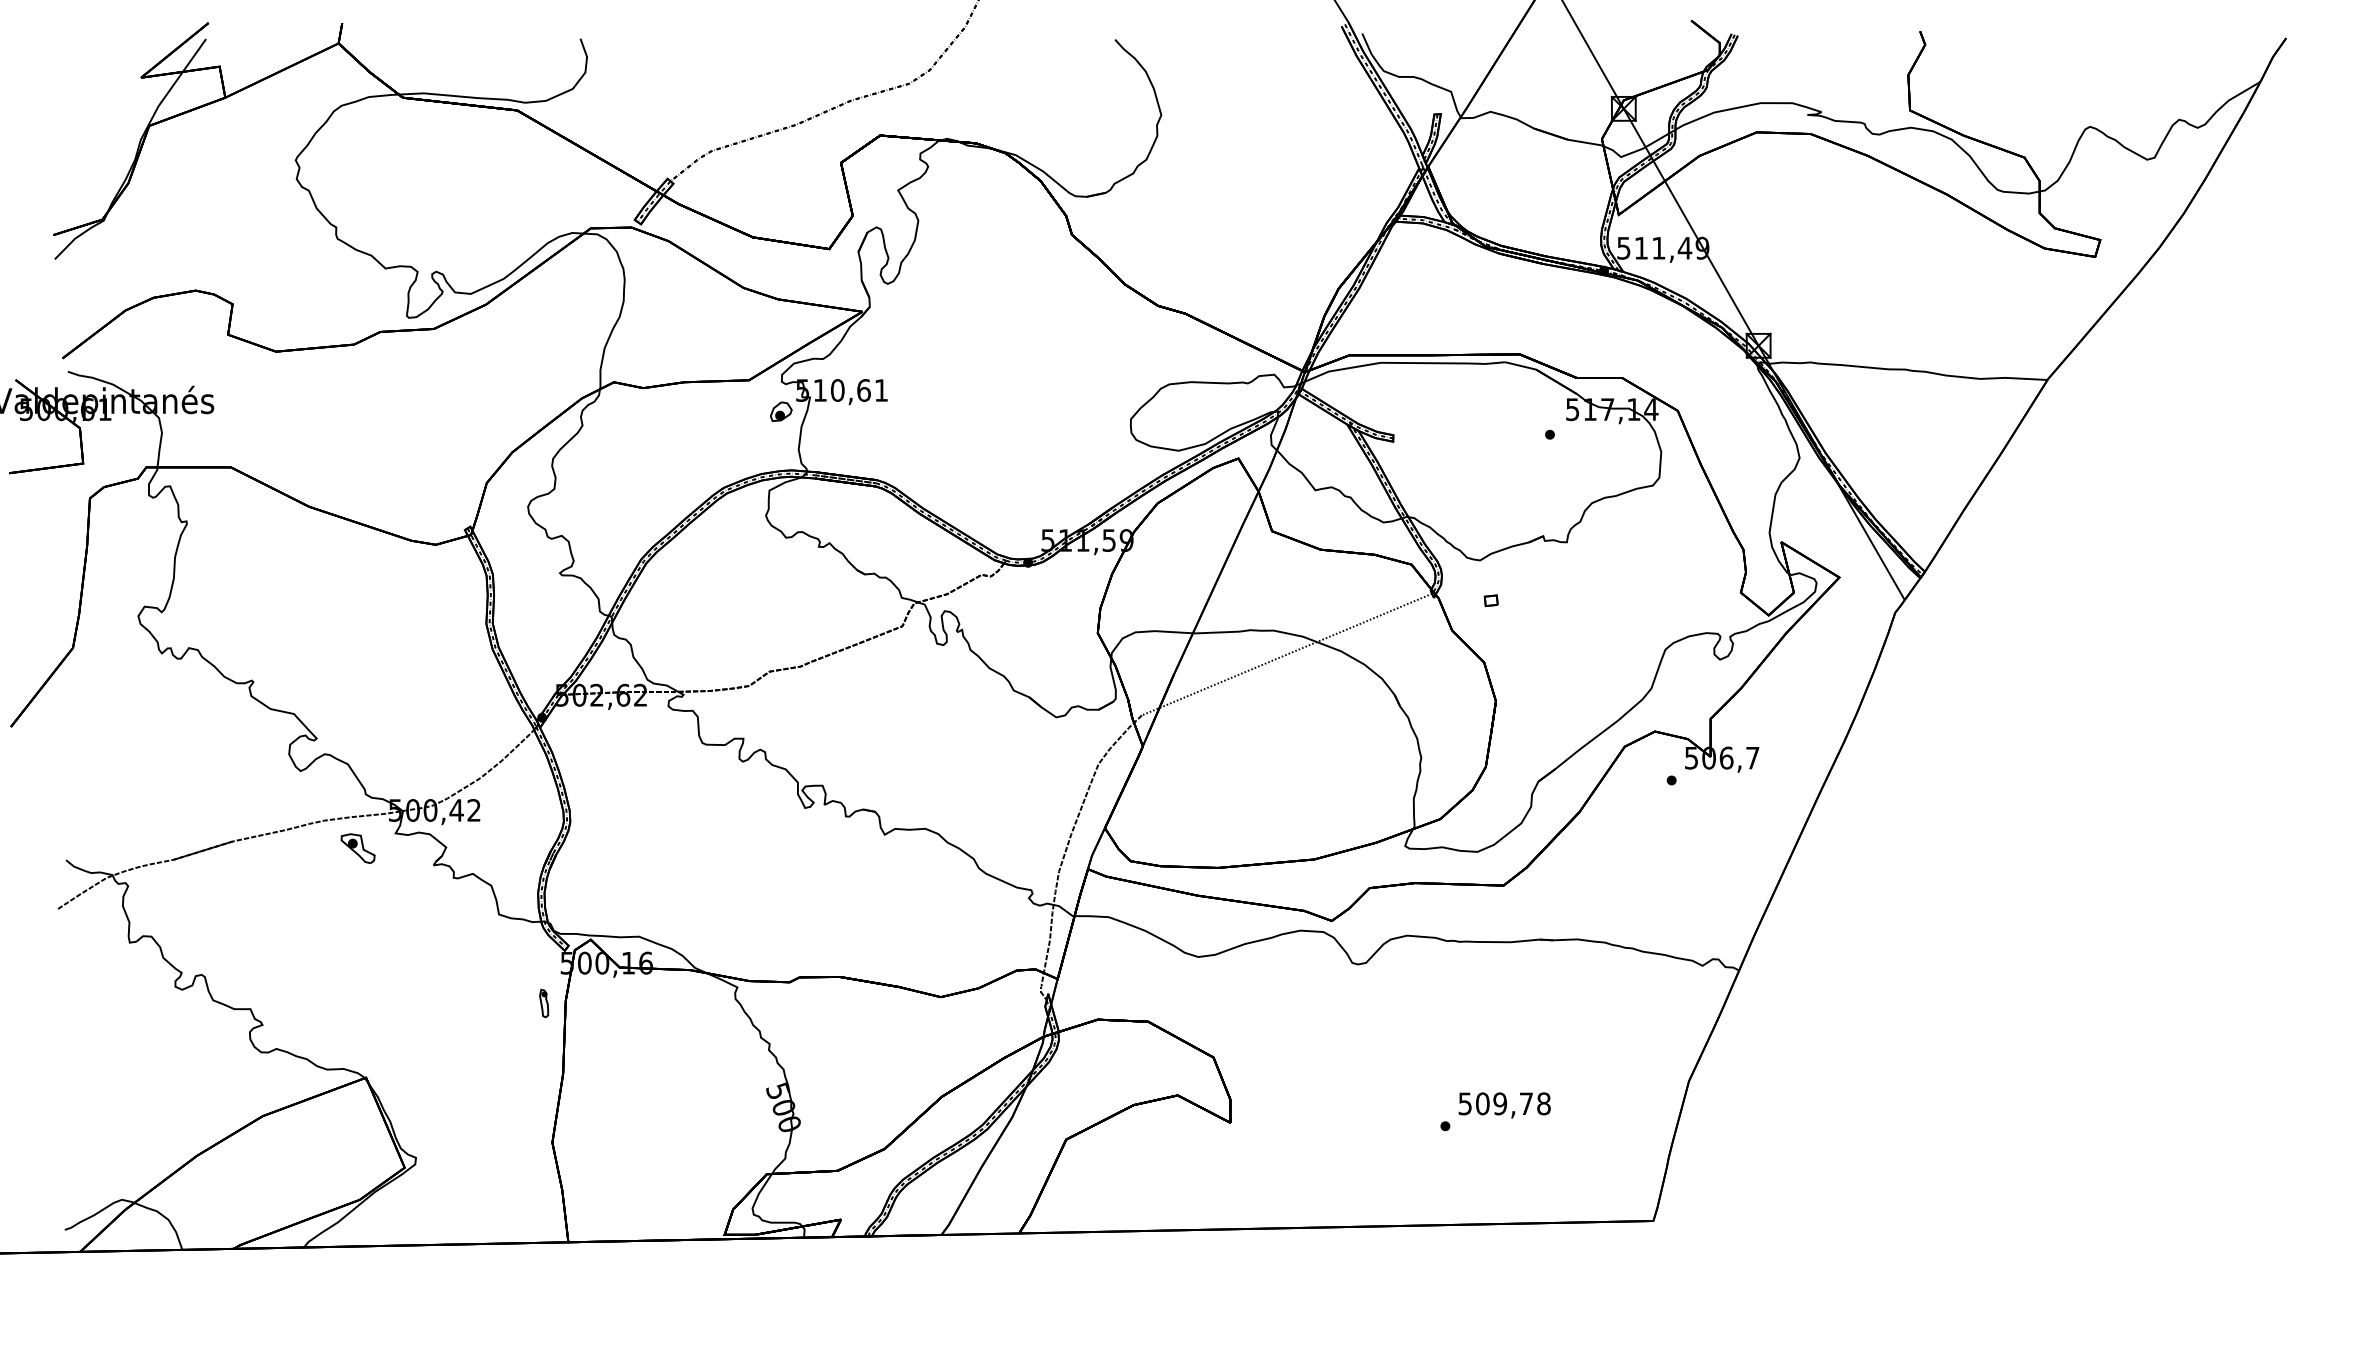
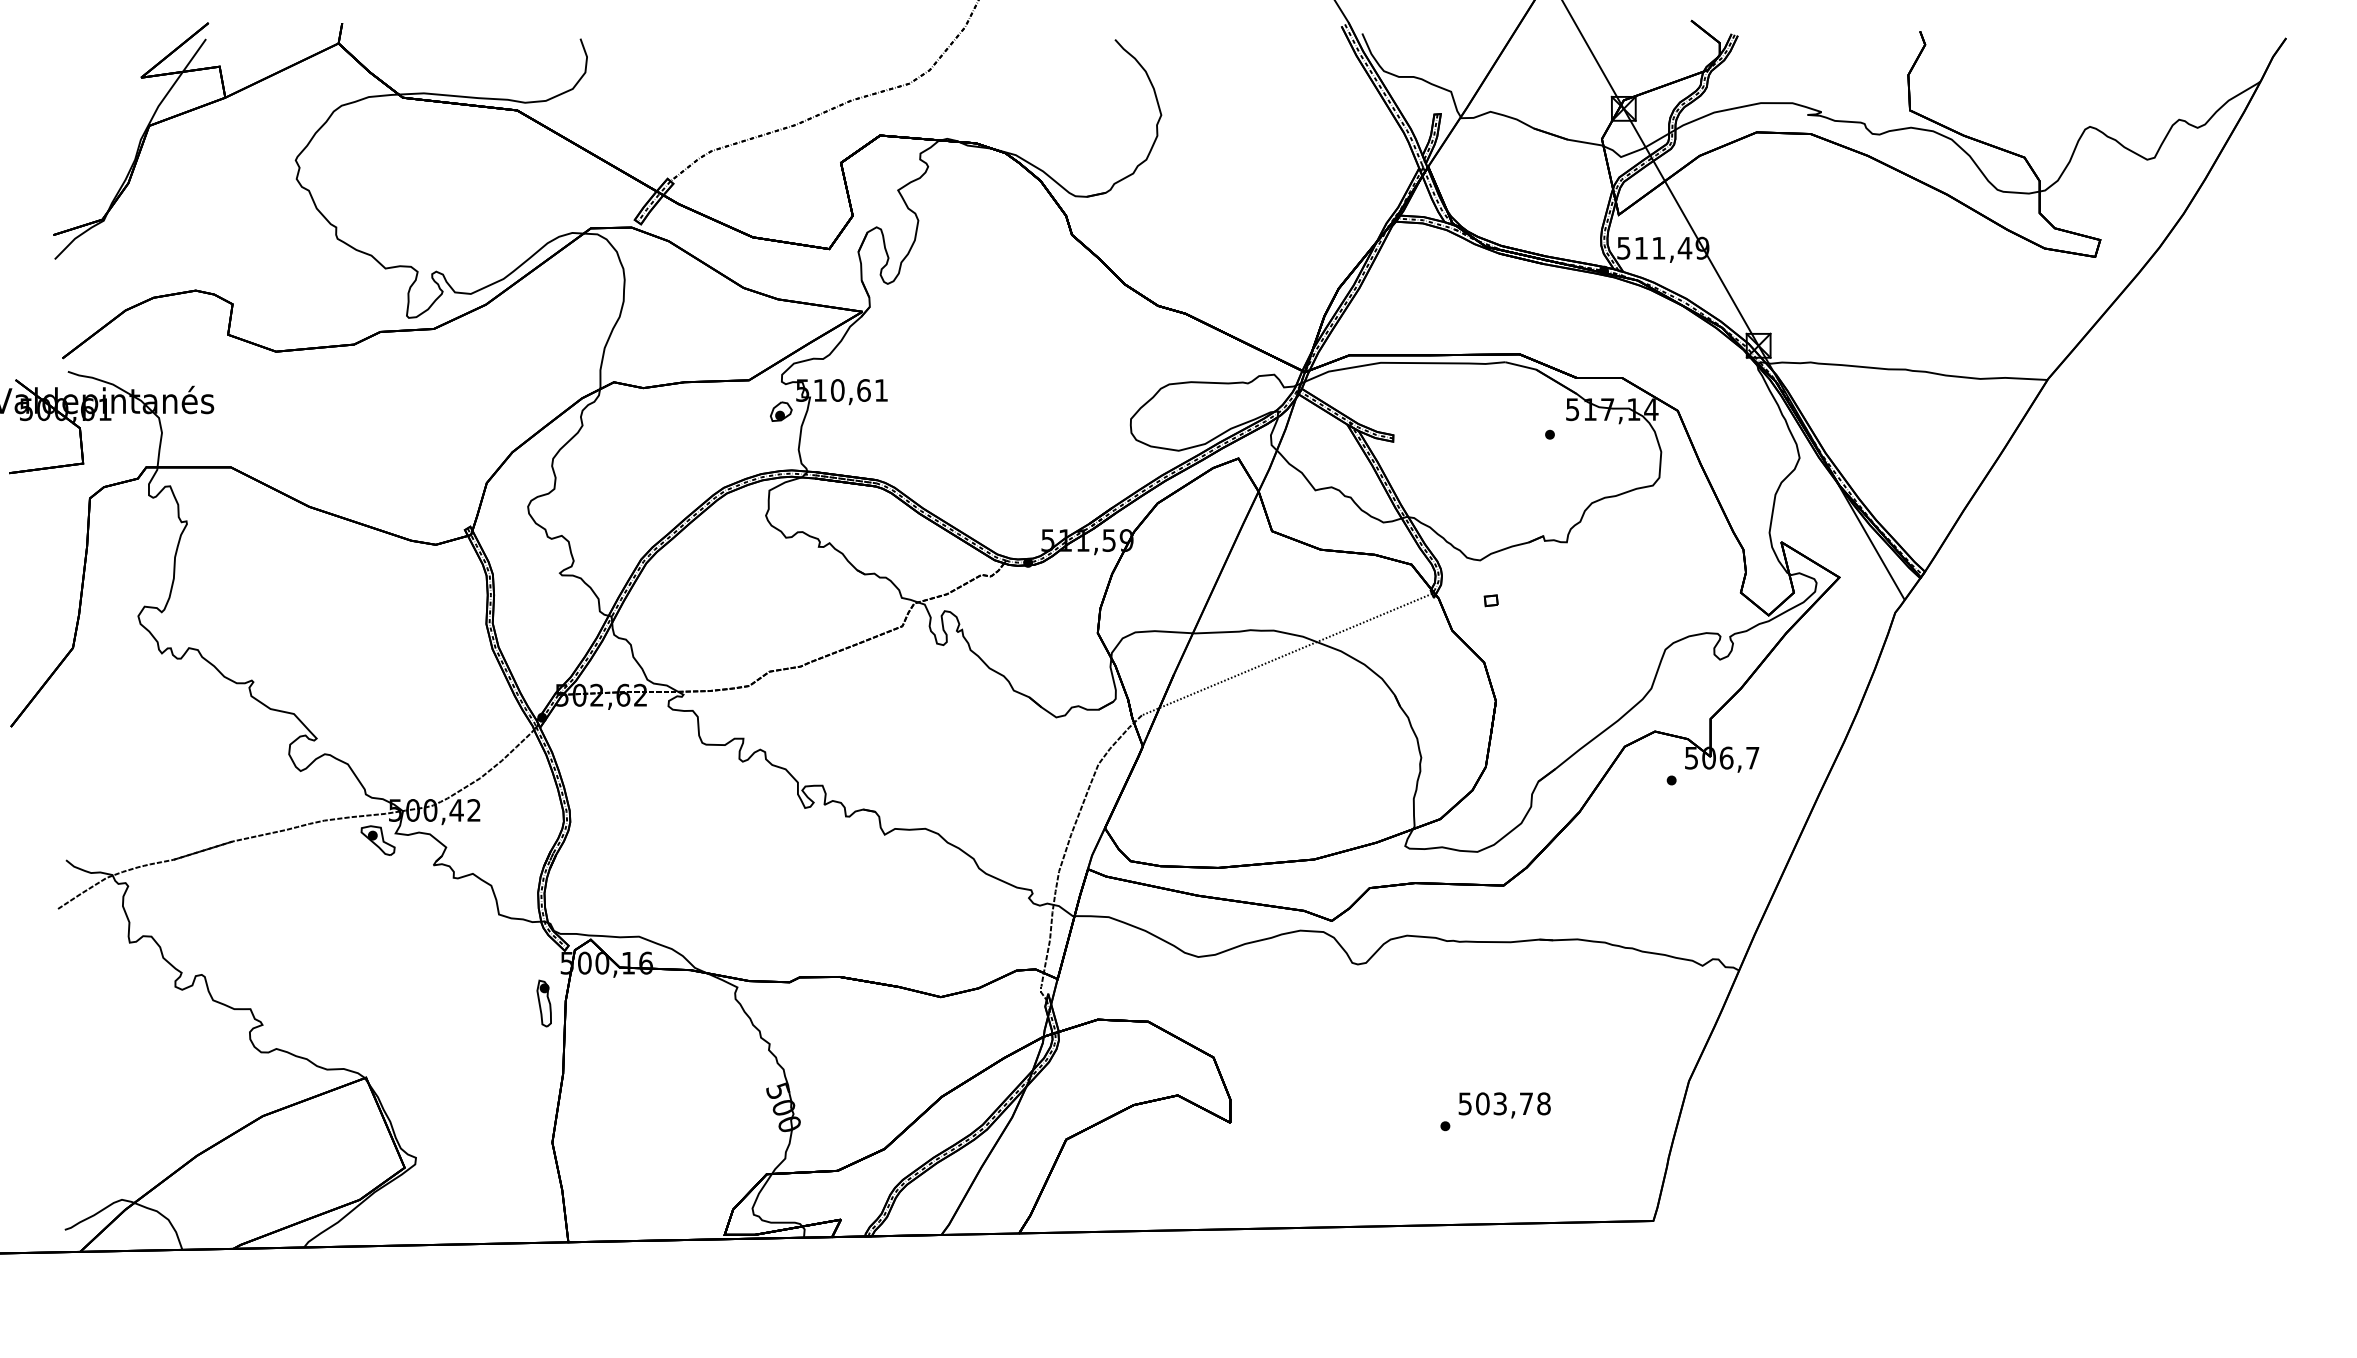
part at (357, 848) position: (357, 848) -> (377, 840)
part at (544, 1003) size: 11x31 px -> 16x49 px
text at (1500, 1103): 509,78 -> 503,78
